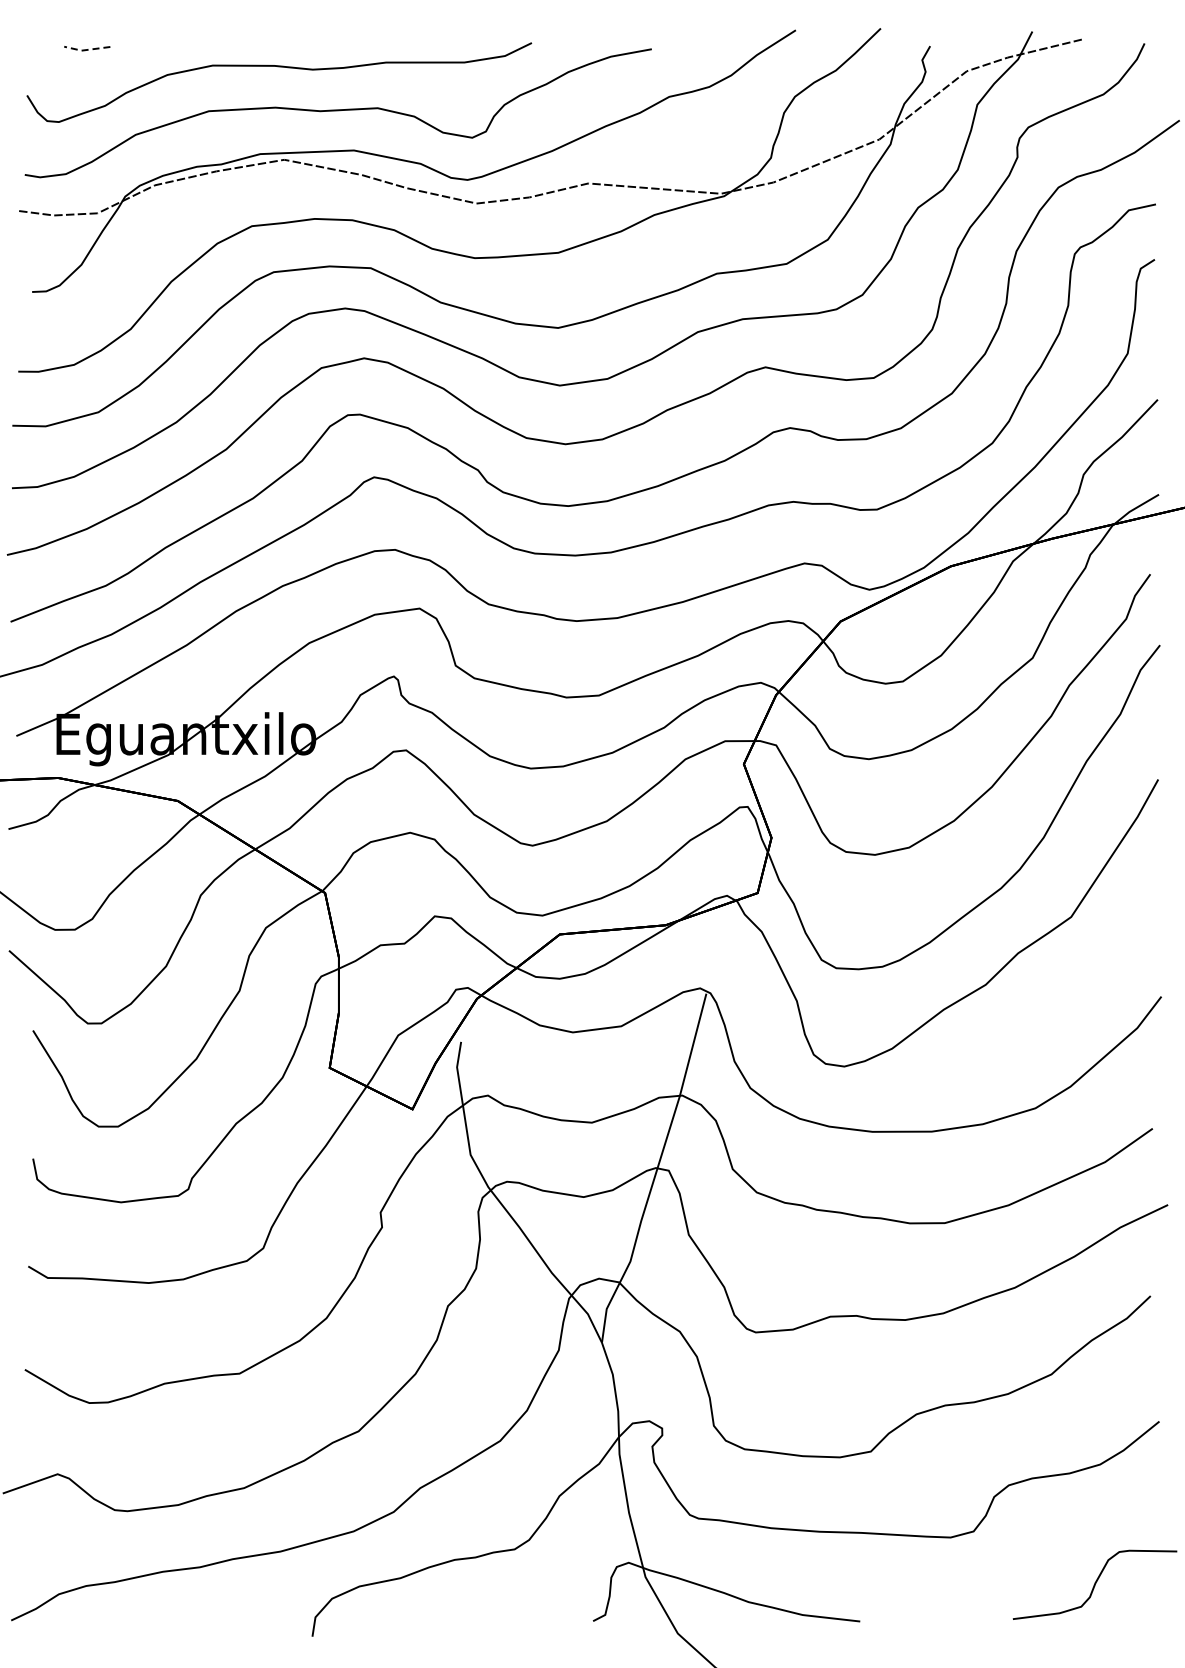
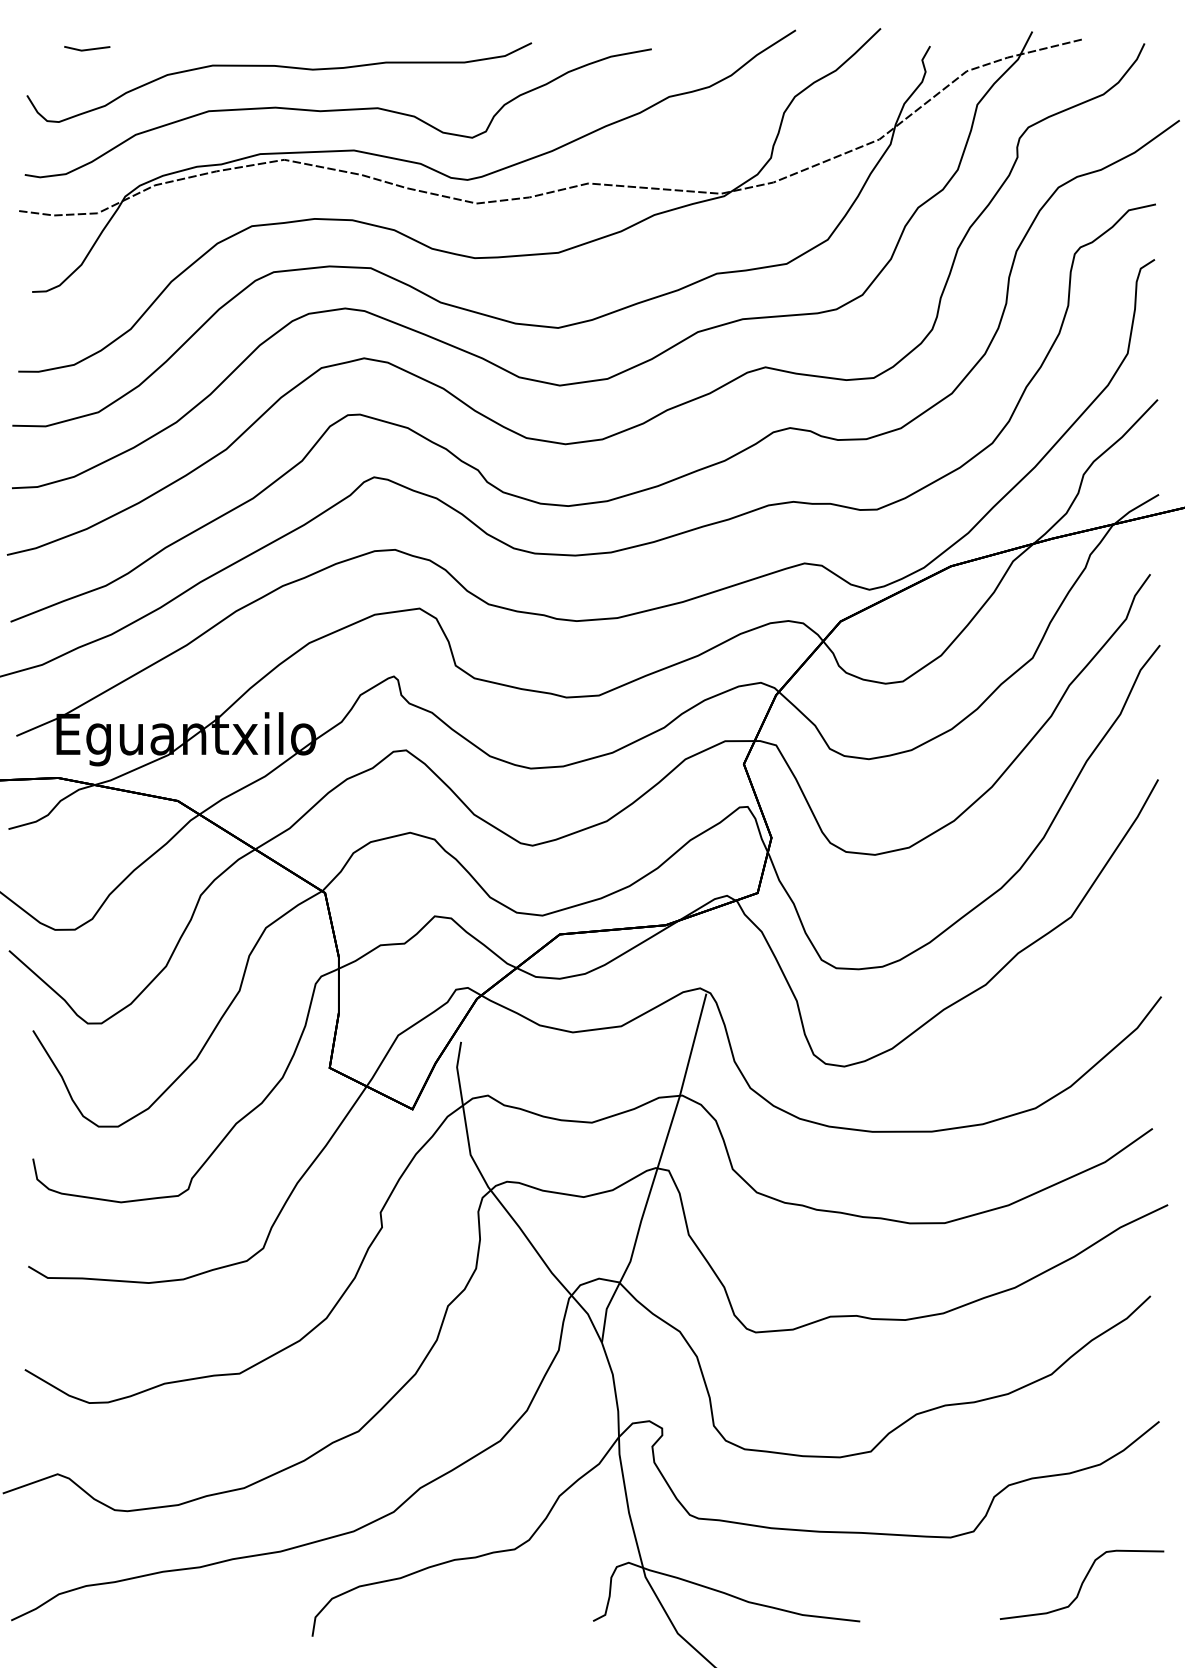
line at (86, 50): dashed -> solid
curve at (1094, 1584) position: (1094, 1584) -> (1081, 1584)
